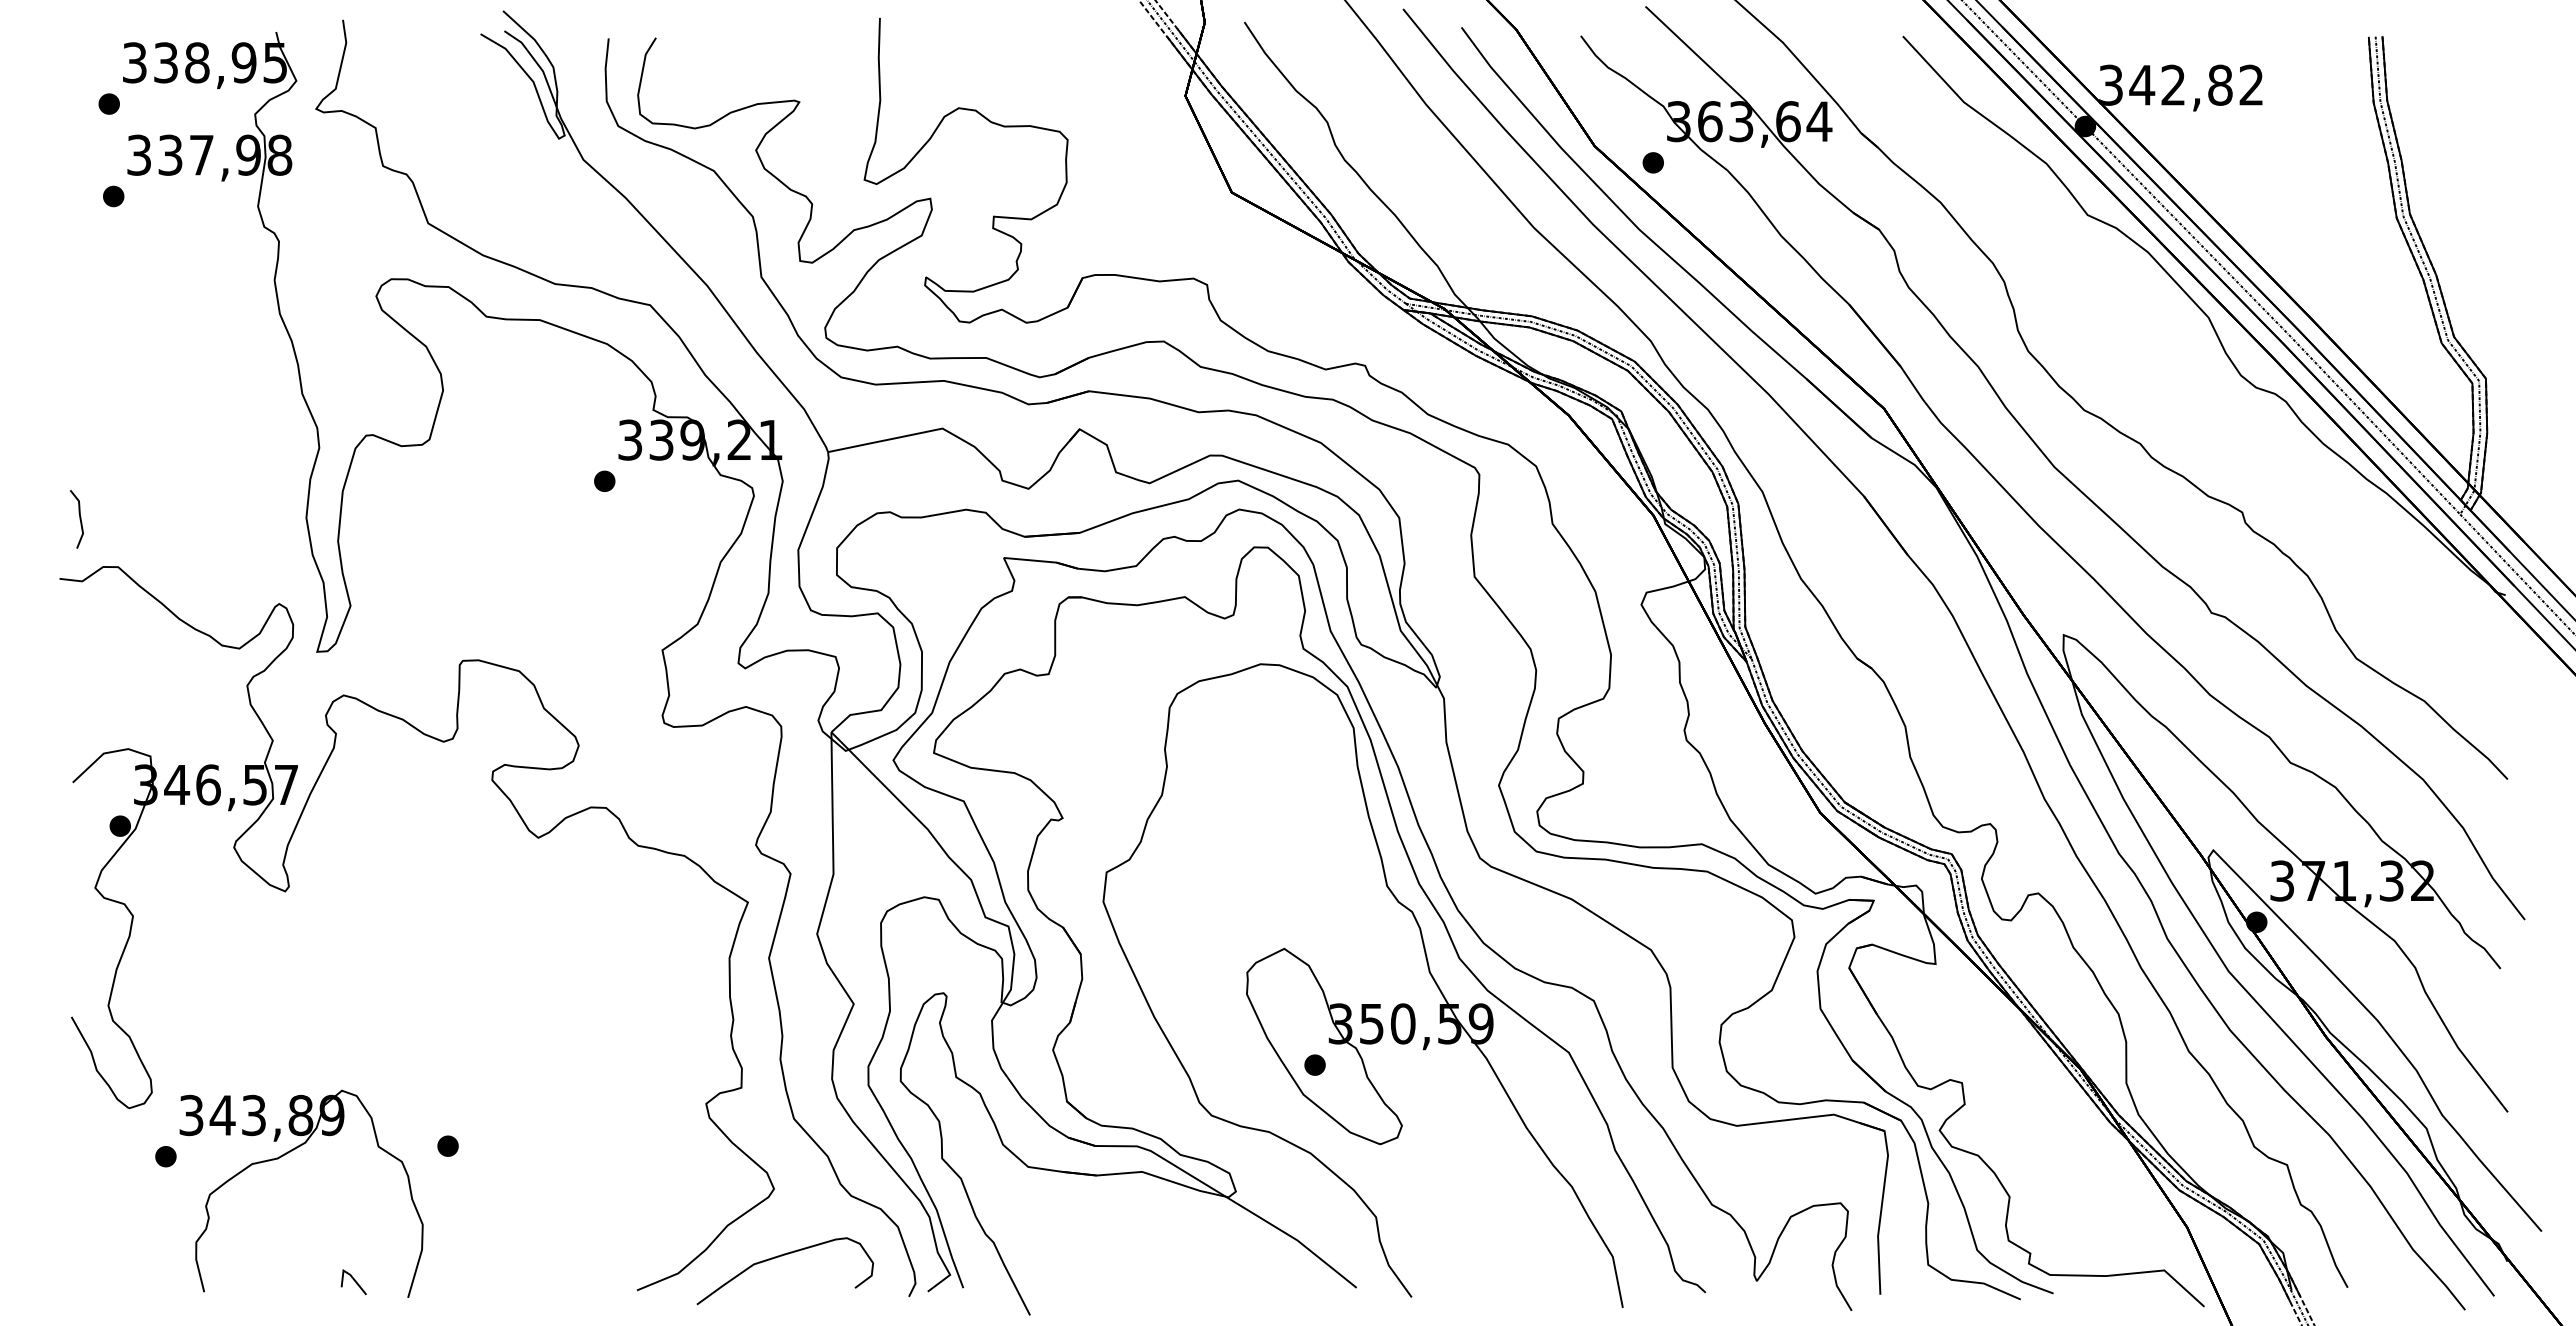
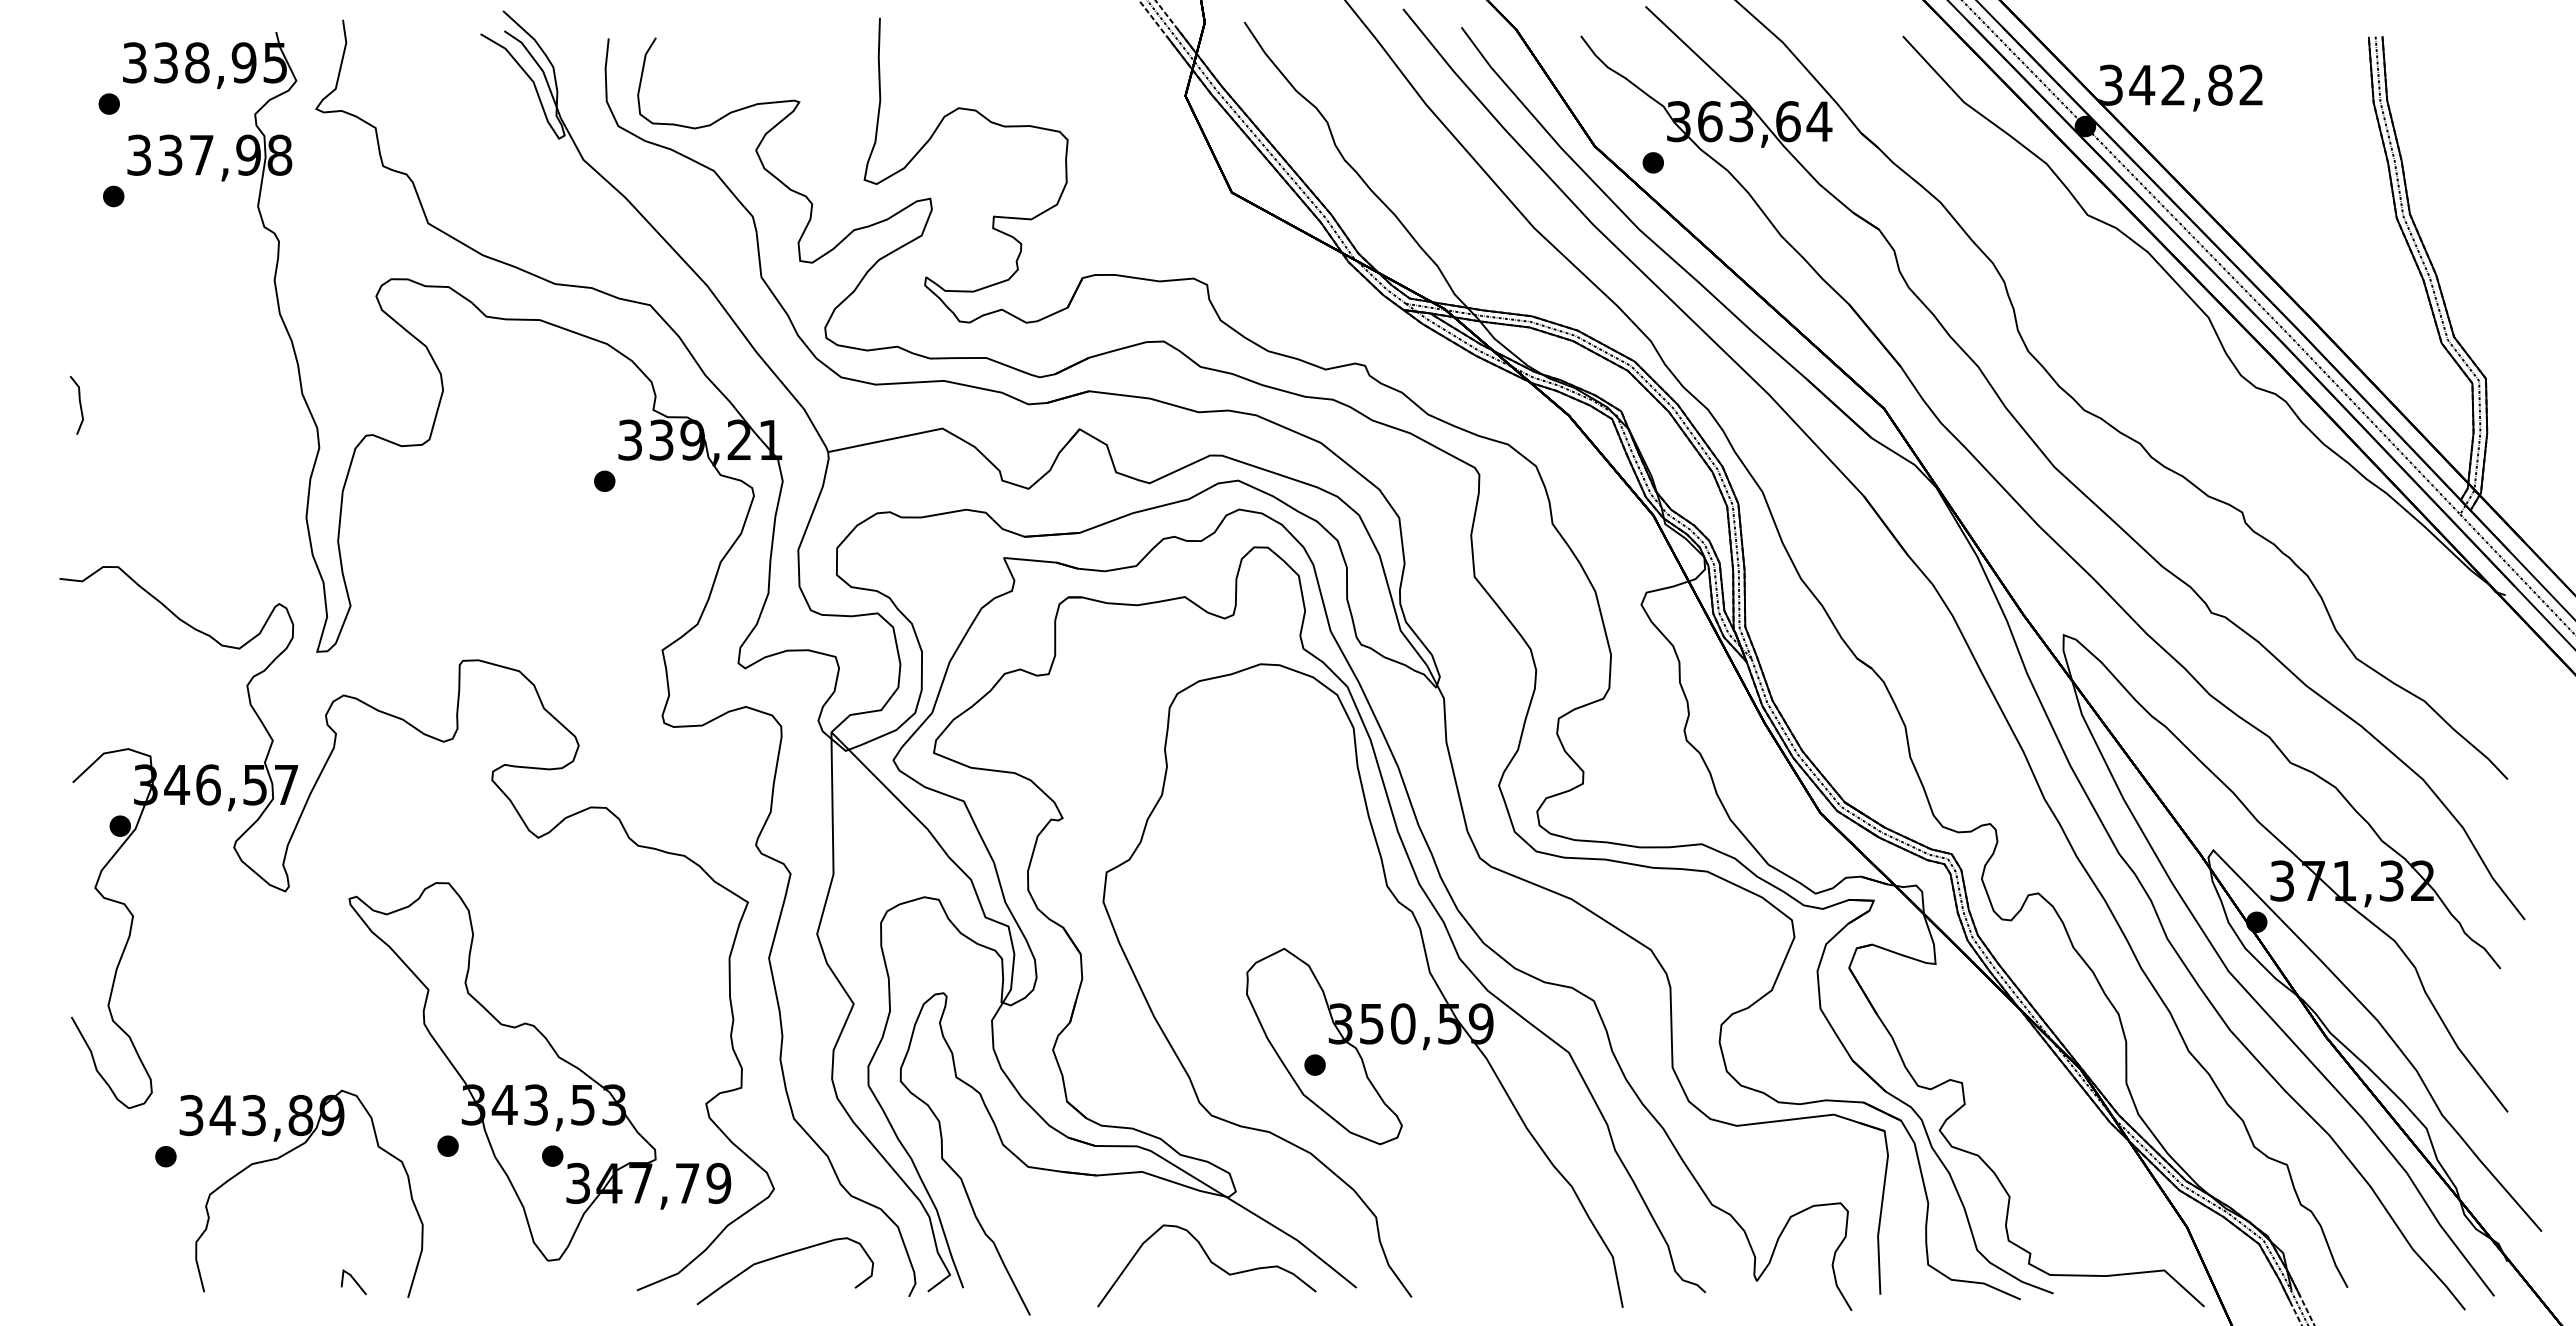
line at (79, 519) position: (79, 519) -> (79, 405)
part at (539, 1071): none -> present
curve at (1209, 1261): none -> present
